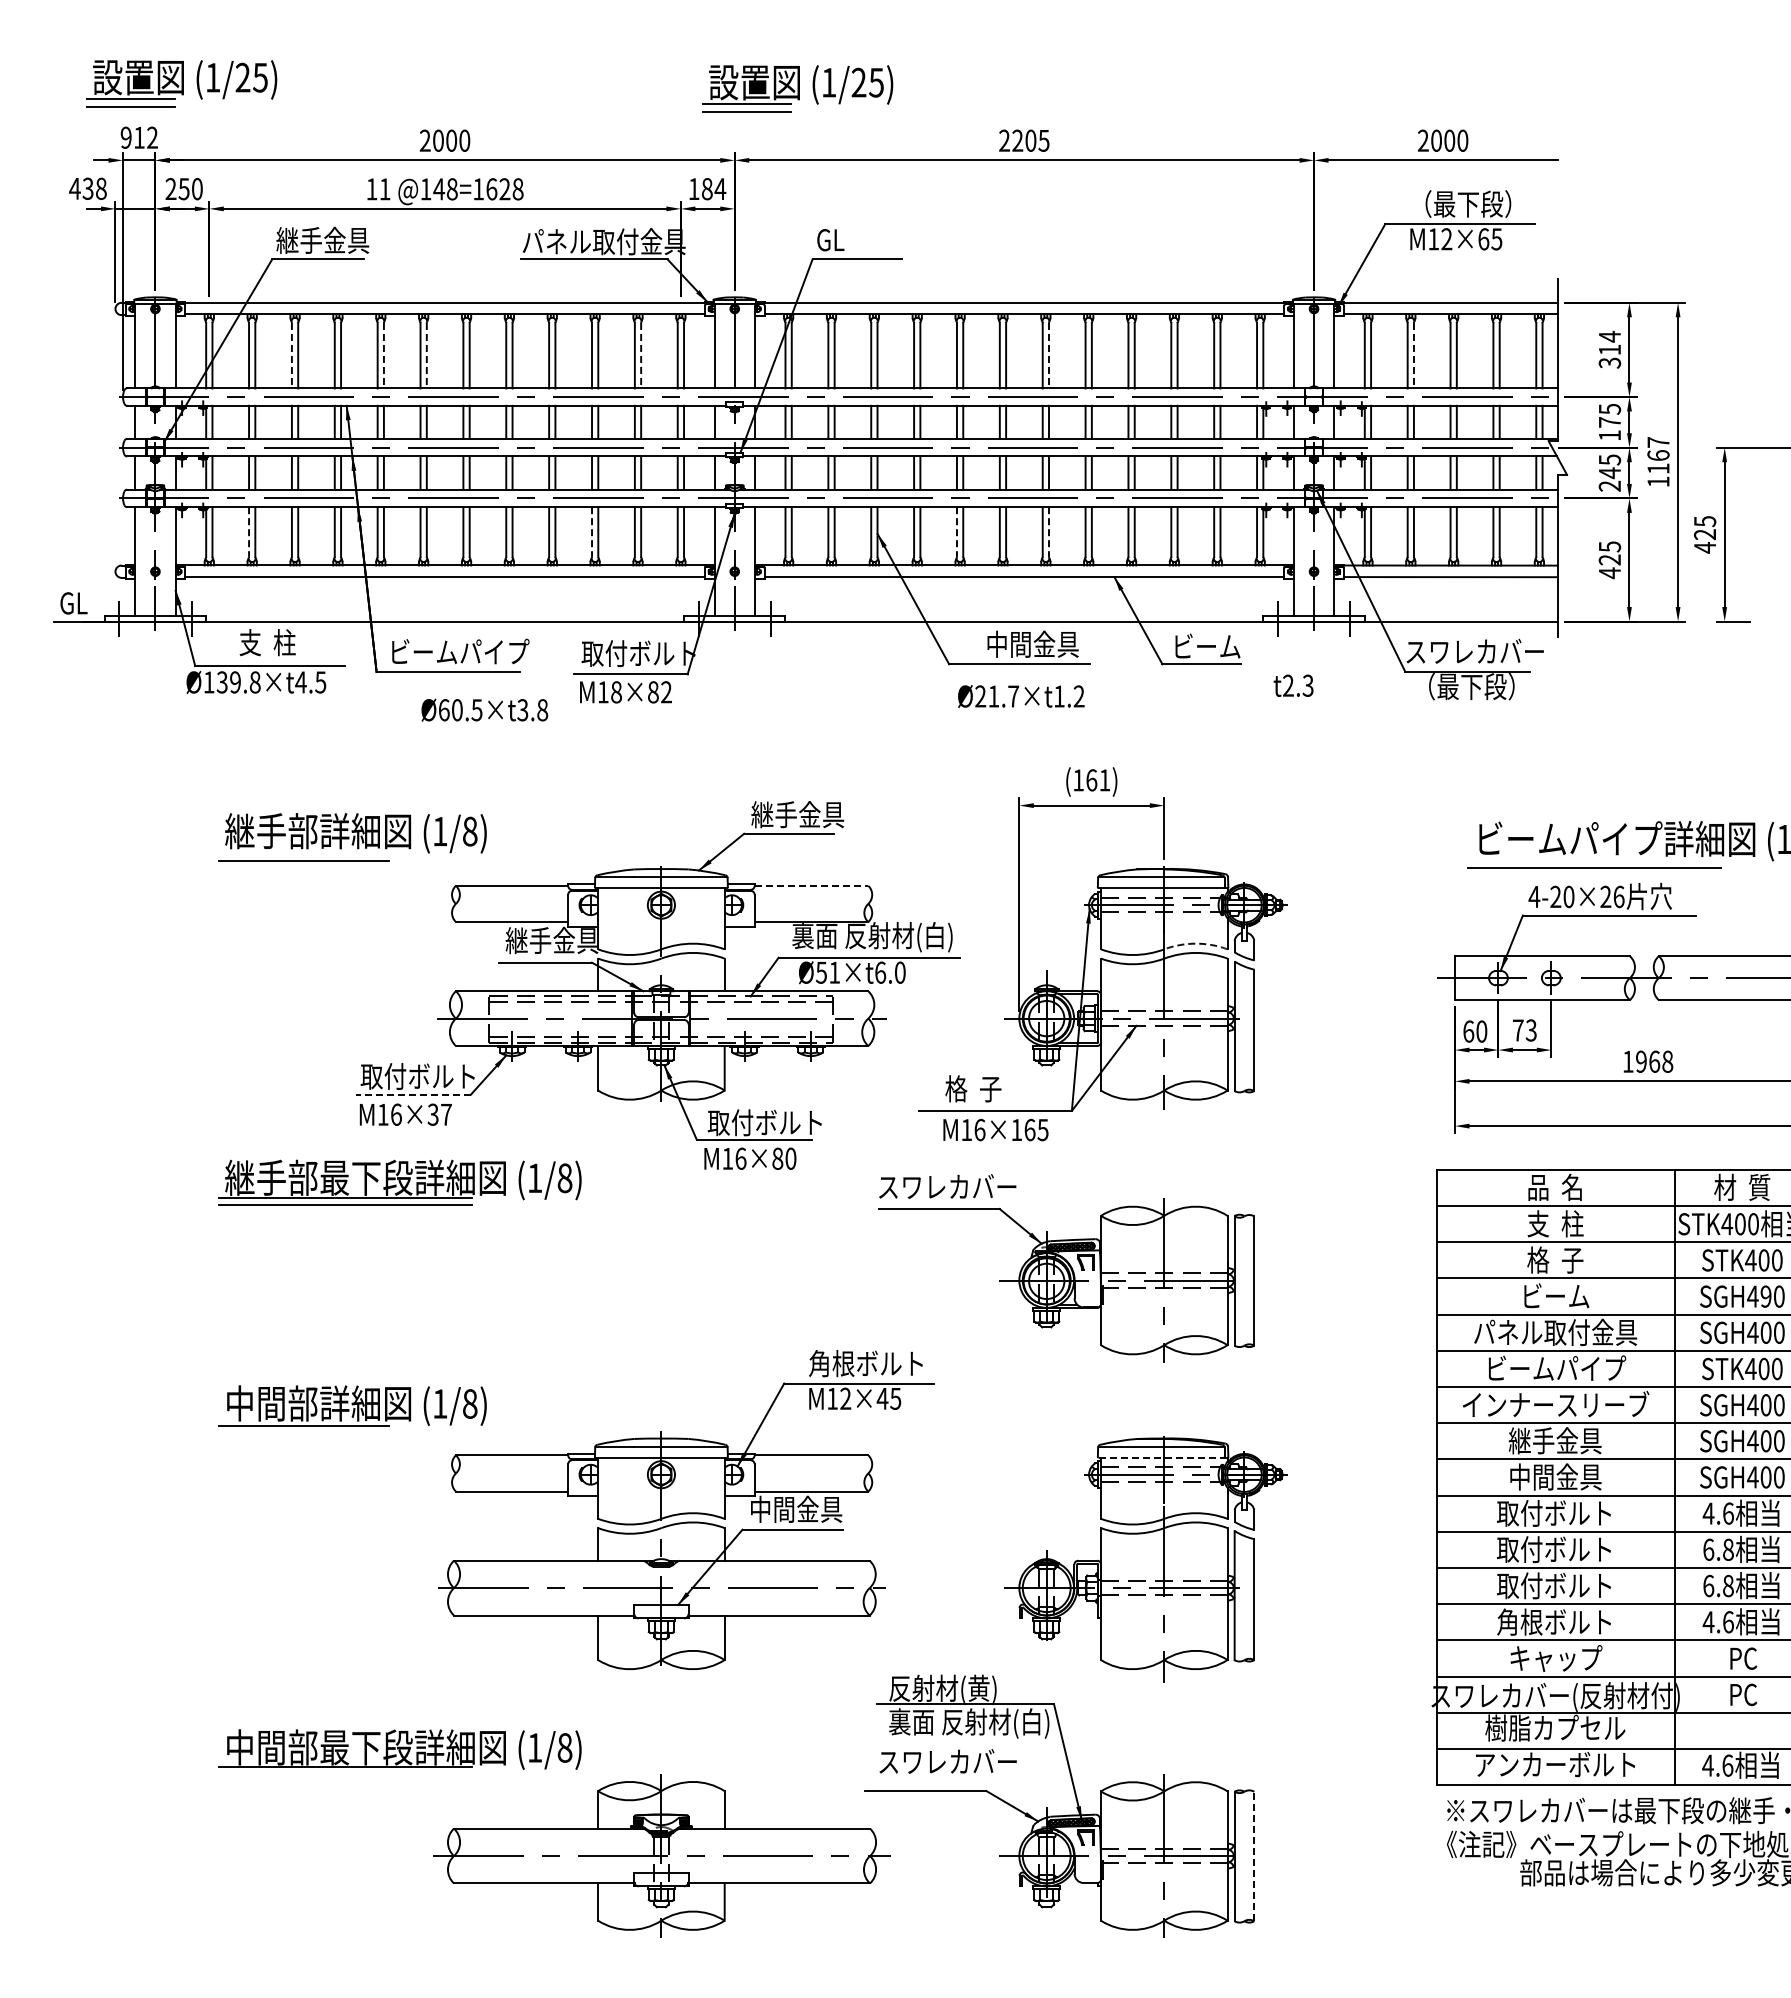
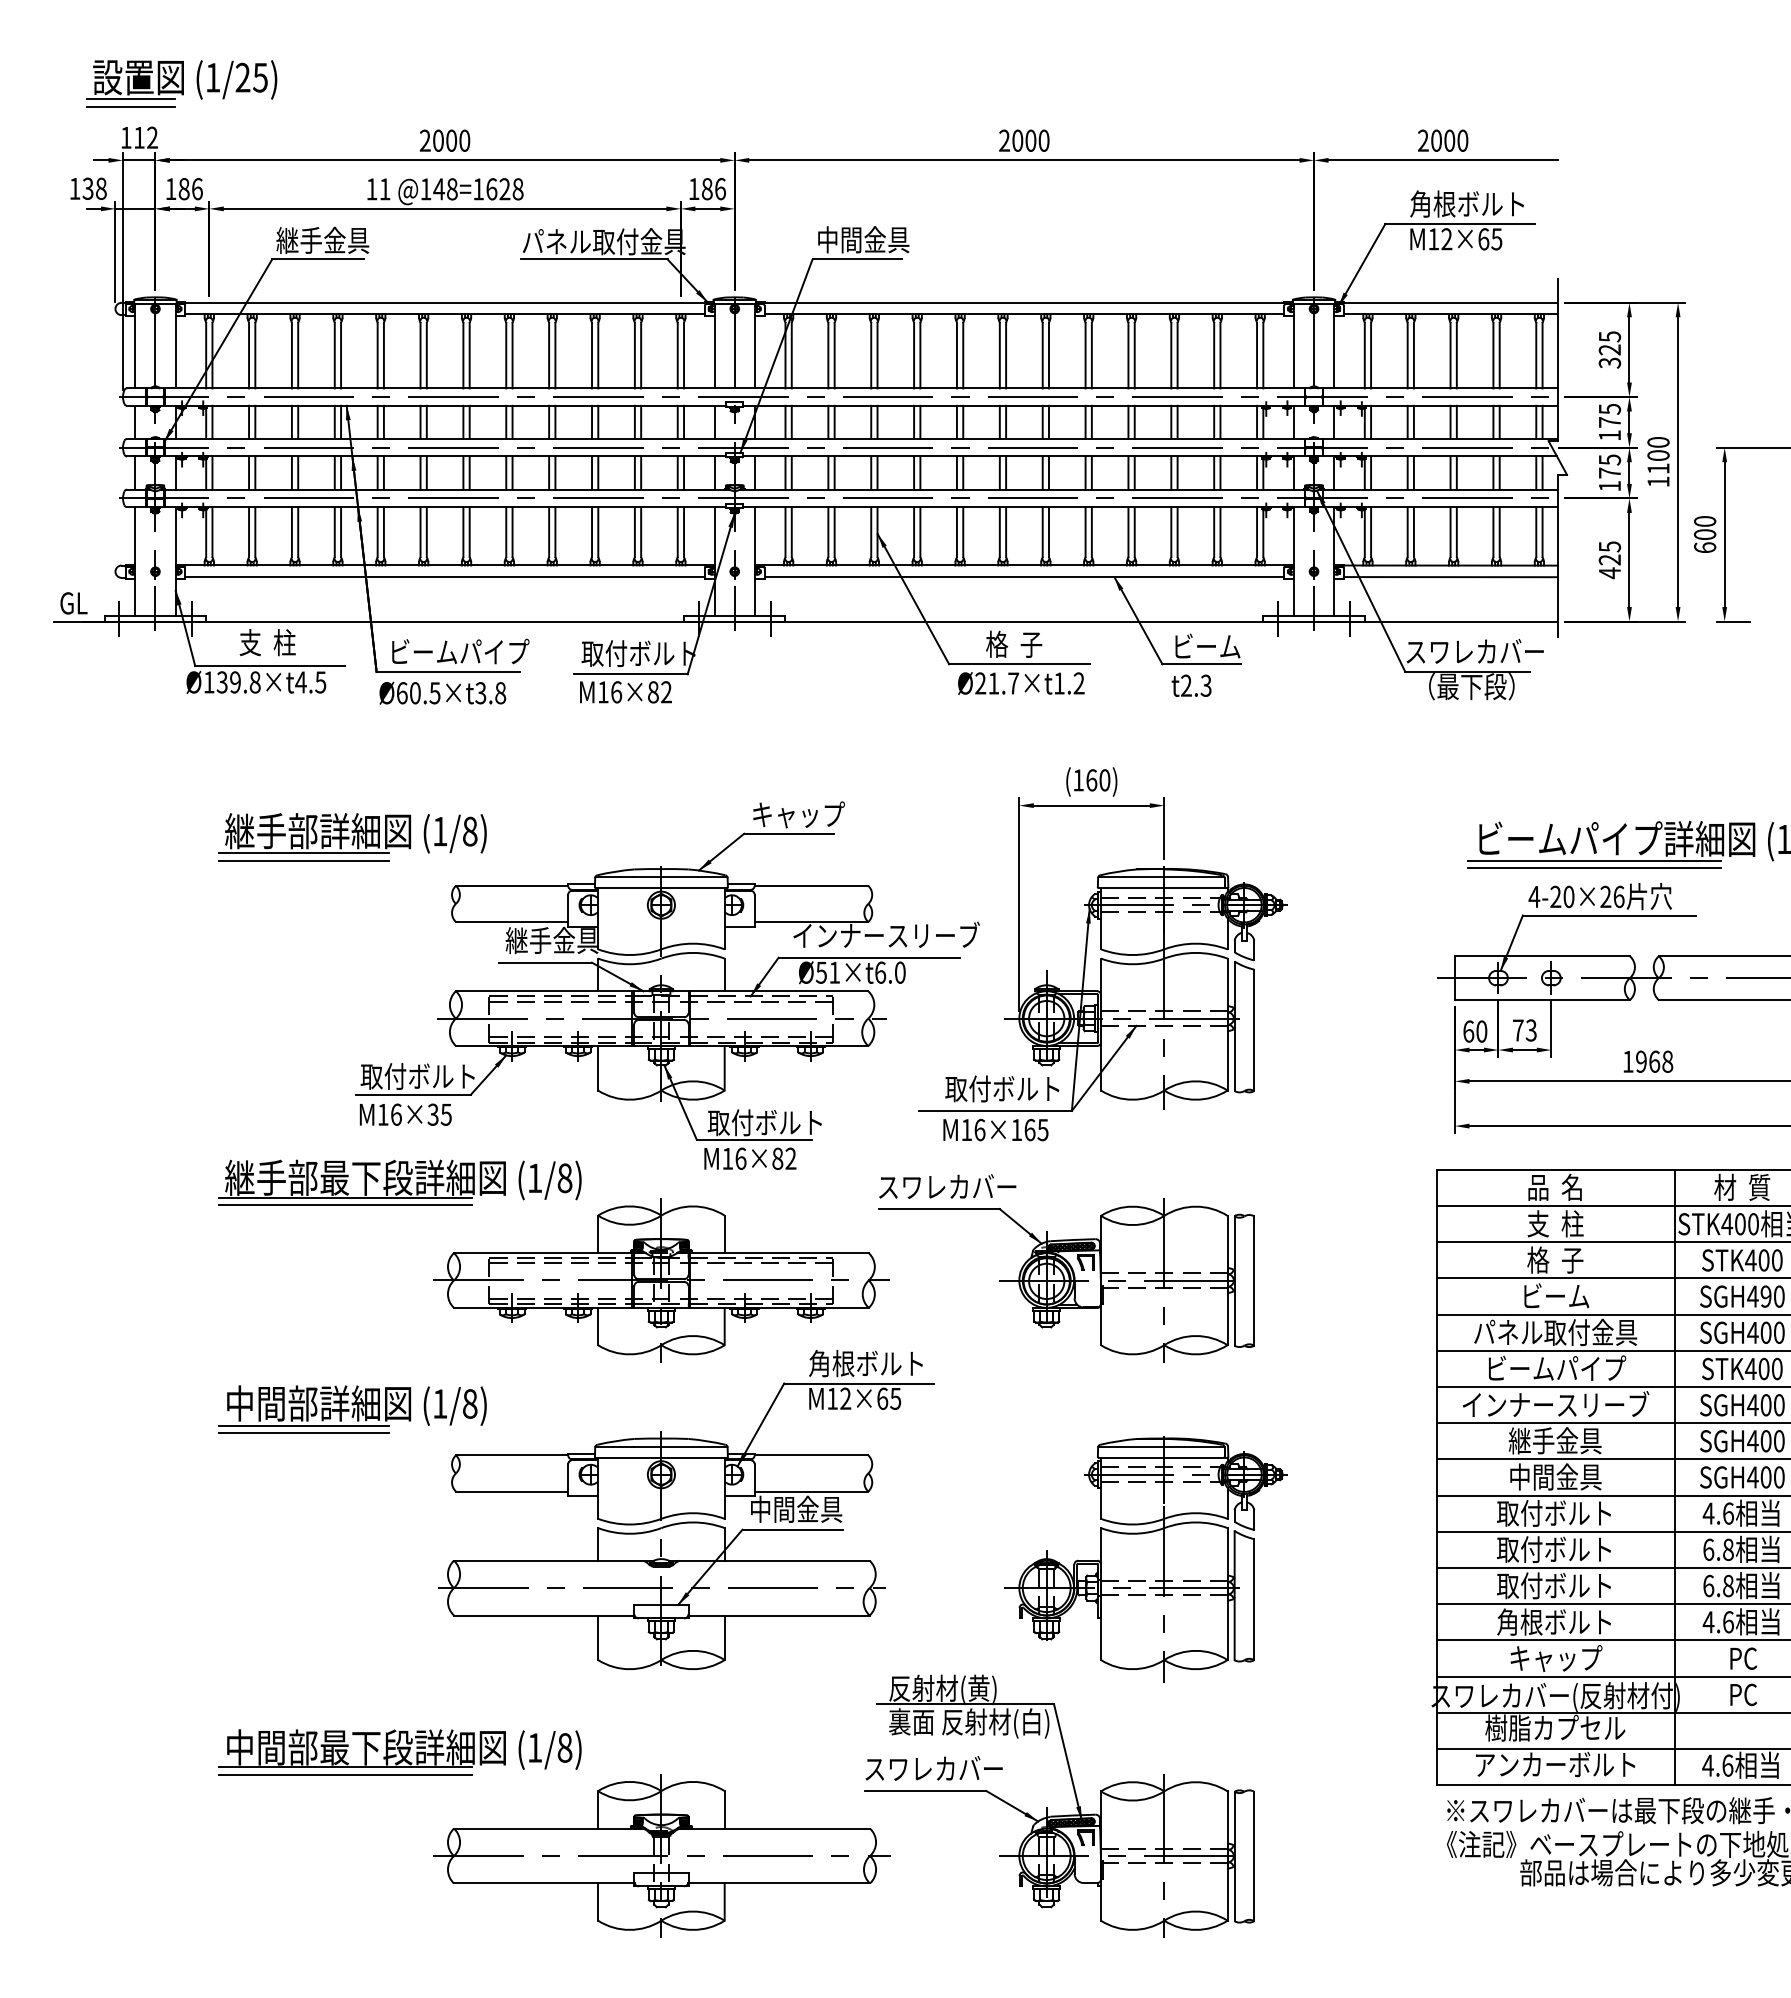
part at (797, 88): present -> none
text at (125, 137): 912 -> 112
text at (1030, 140): 2205 -> 2000
text at (74, 188): 438 -> 138
text at (183, 189): 250 -> 186
text at (720, 189): 184 -> 186
text at (1466, 203): （最下段） -> 角根ボルト
text at (863, 239): GL -> 中間金具
text at (1609, 343): 314 -> 325
line at (291, 355): dashed -> solid
line at (383, 355): dashed -> solid
line at (426, 355): dashed -> solid
line at (641, 355): dashed -> solid
line at (1048, 355): dashed -> solid
line at (1413, 355): dashed -> solid
text at (1658, 448): 1167 -> 1100
text at (1609, 479): 245 -> 175
line at (249, 532): dashed -> solid
line at (592, 532): dashed -> solid
line at (956, 532): dashed -> solid
line at (1049, 532): dashed -> solid
text at (1705, 534): 425 -> 600
text at (1032, 643): 中間金具 -> 格  子
text at (1293, 685) position: (1293, 685) -> (1191, 685)
text at (616, 692): M18×82 -> M16×82
text at (1021, 696) position: (1021, 696) -> (1021, 683)
text at (484, 709) position: (484, 709) -> (442, 692)
text at (1104, 780): (161) -> (160)
text at (797, 814): 継手金具 -> キャップ
line at (303, 853): none -> present
line at (1594, 861): none -> present
line at (811, 885): dashed -> solid
text at (885, 936): 裏面 反射材(白) -> インナースリーブ
arc at (1195, 943): dashed -> solid
text at (1002, 1088): 格  子 -> 取付ボルト
line at (413, 1094): dashed -> solid
text at (445, 1114): M16×37 -> M16×35
text at (790, 1158): M16×80 -> M16×82
part at (661, 1280): none -> present
text at (882, 1398): M12×45 -> M12×65
line at (303, 1432): none -> present
line at (1163, 1457): dashed -> solid
text at (947, 1761) position: (947, 1761) -> (933, 1768)
line at (345, 1774): none -> present
line at (1254, 1856): dashed -> solid
